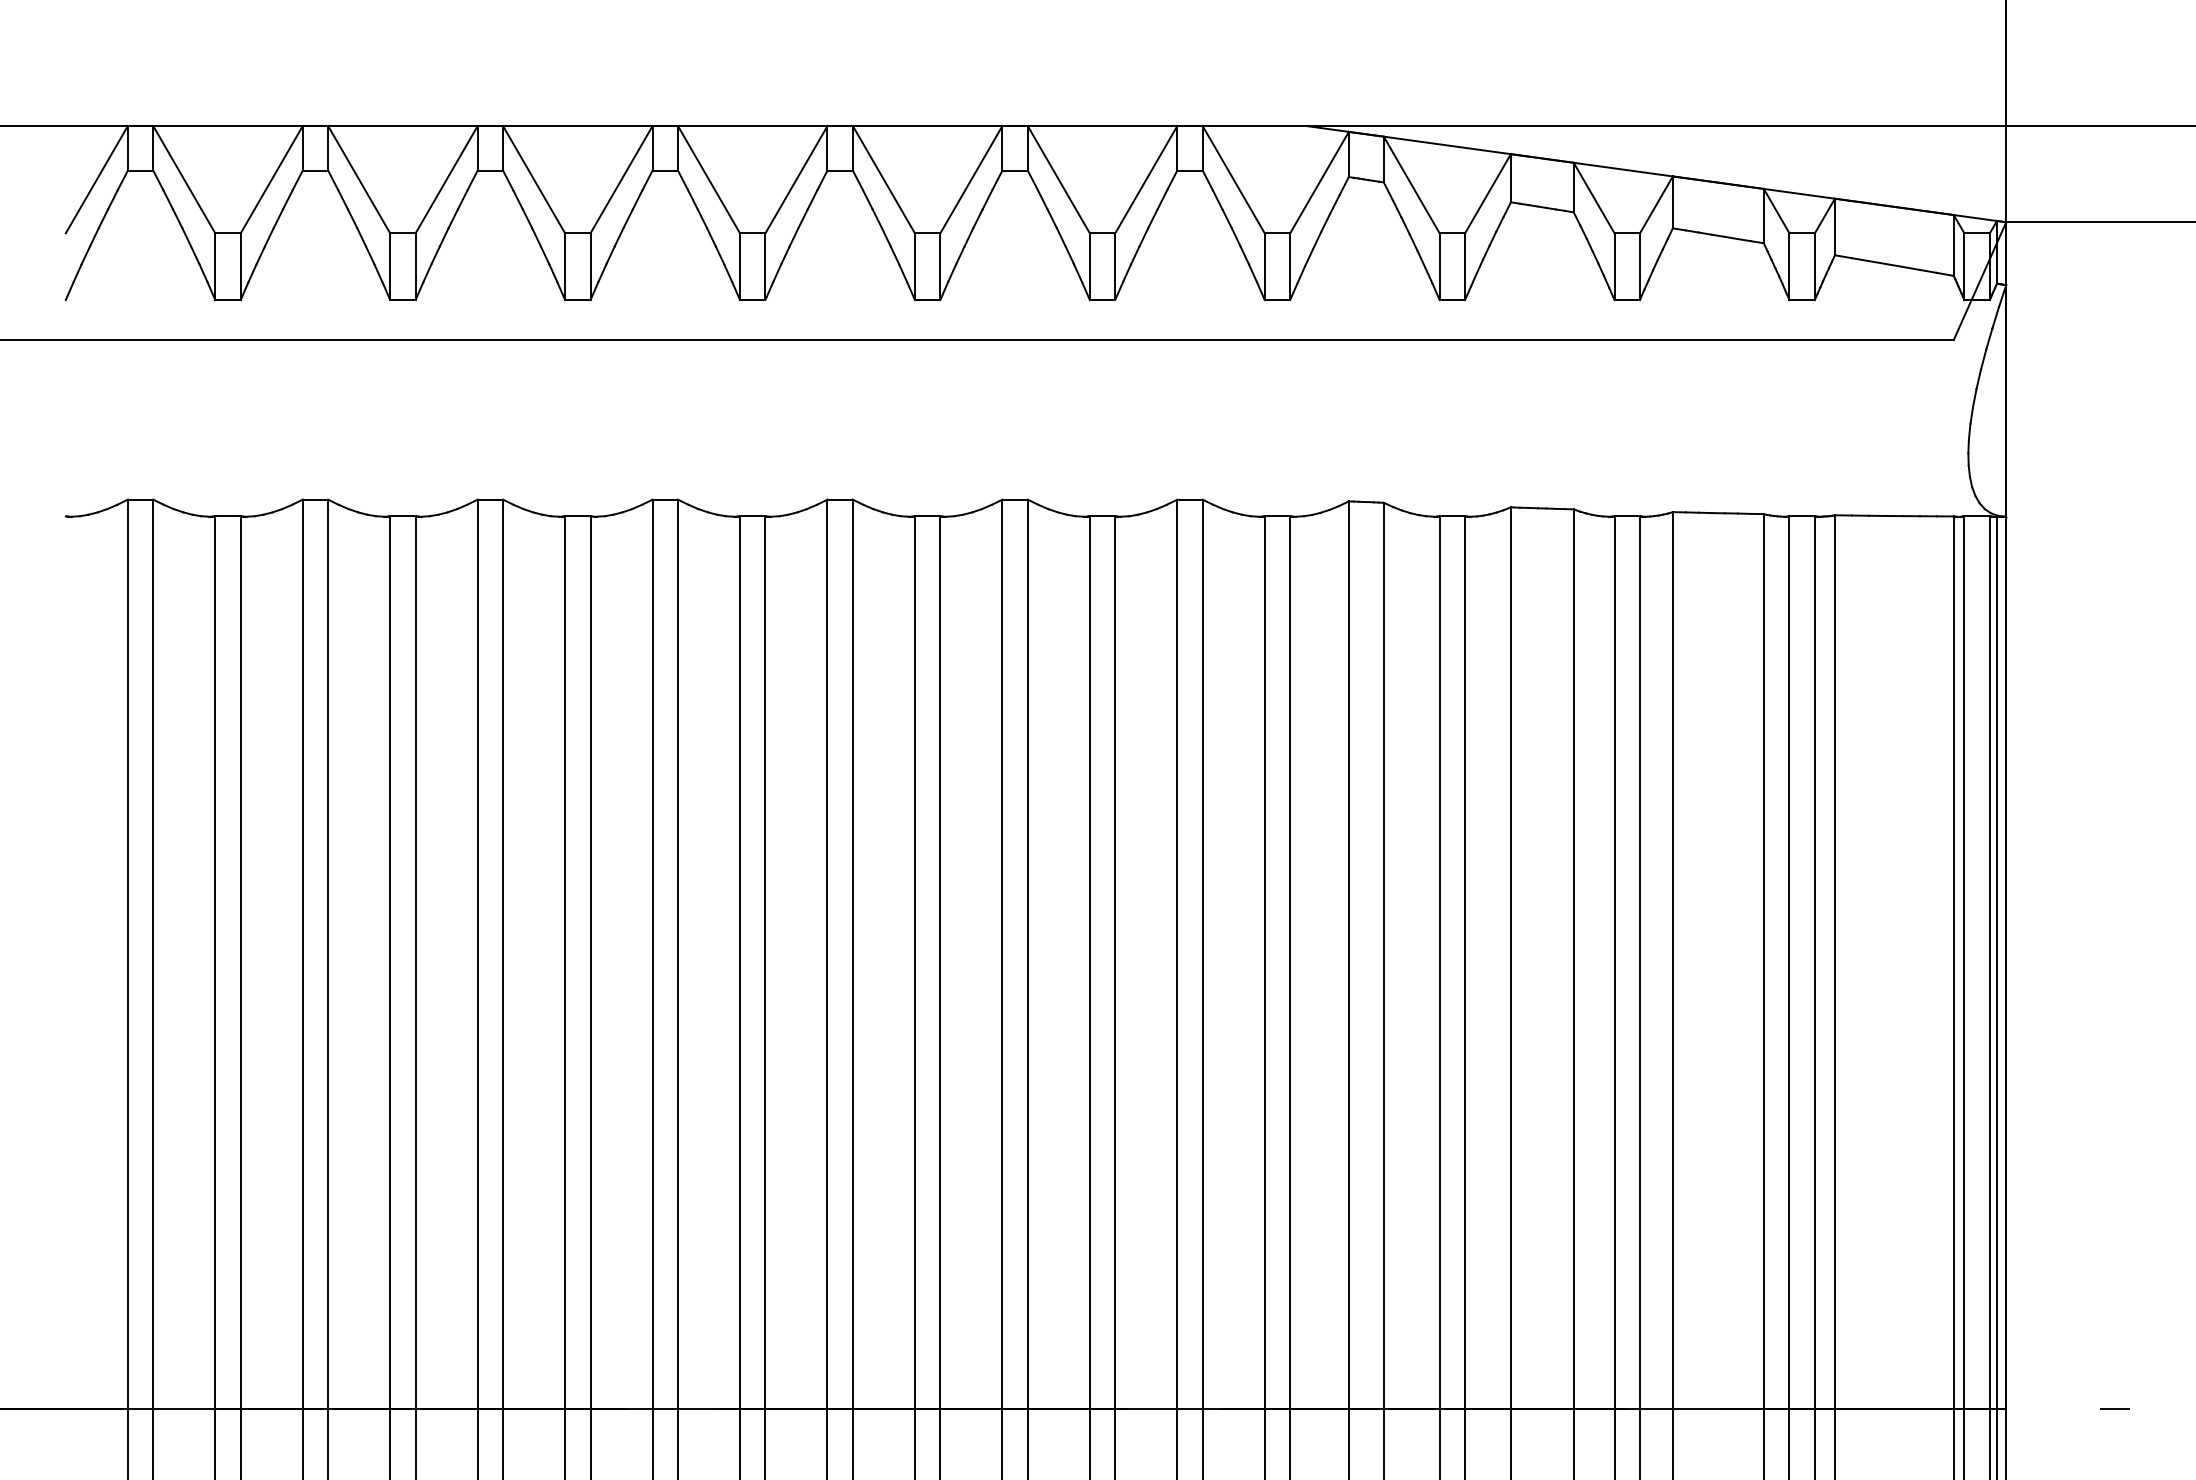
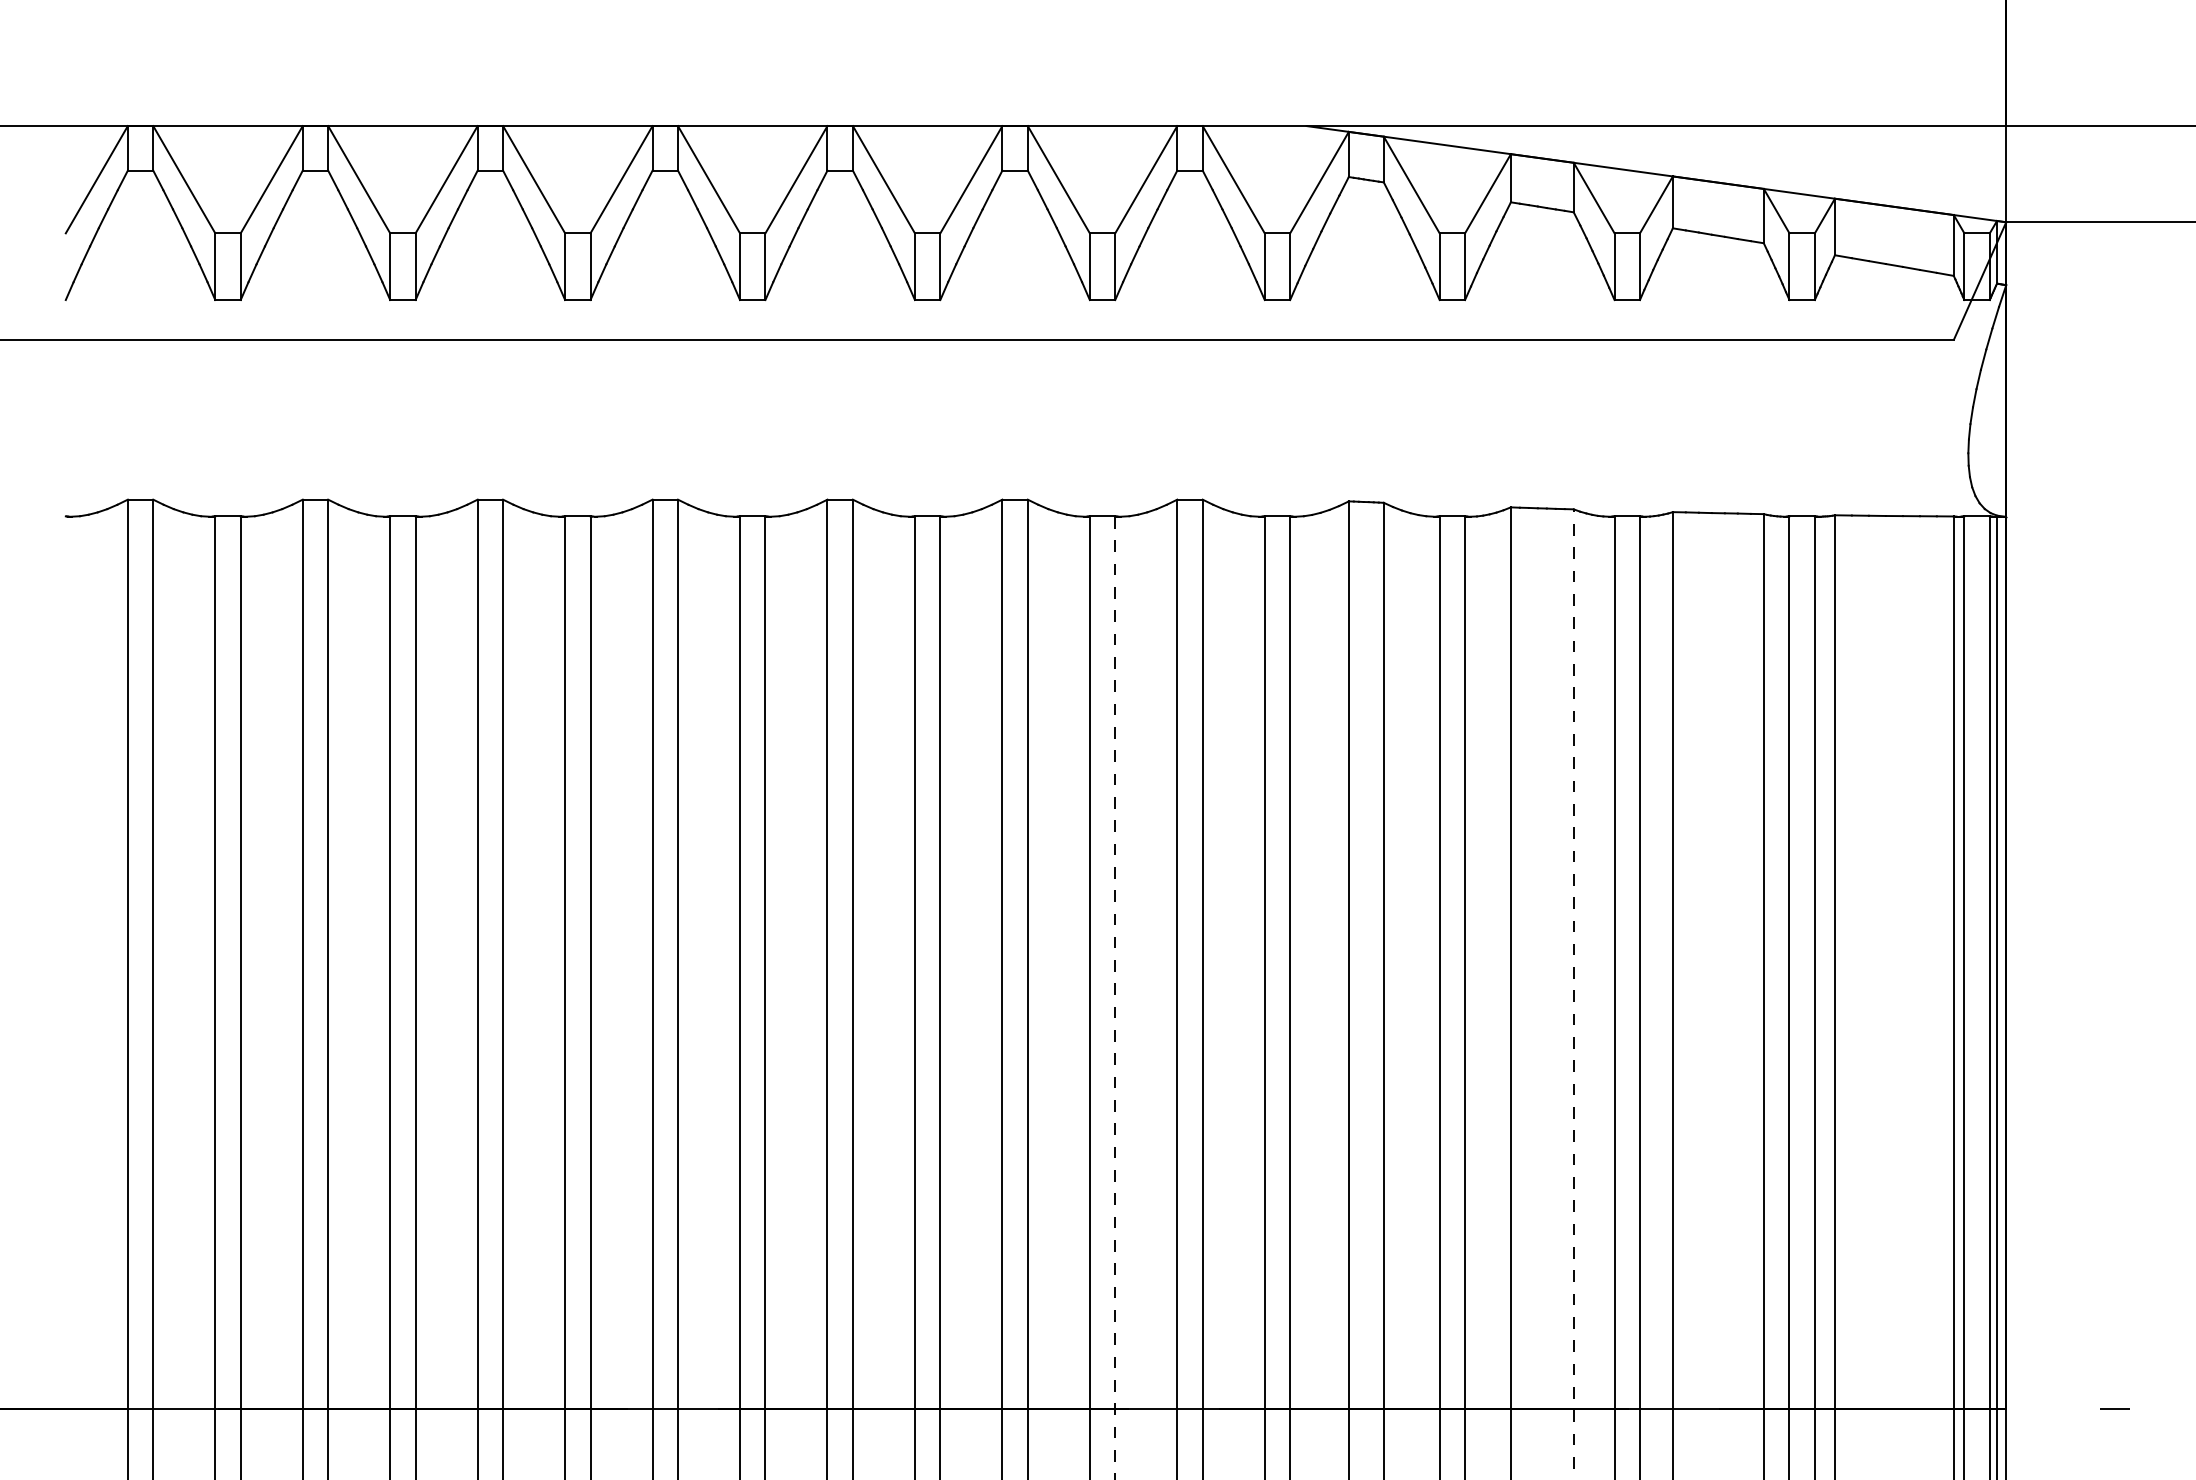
line at (1573, 994): solid -> dashed
line at (1115, 997): solid -> dashed
